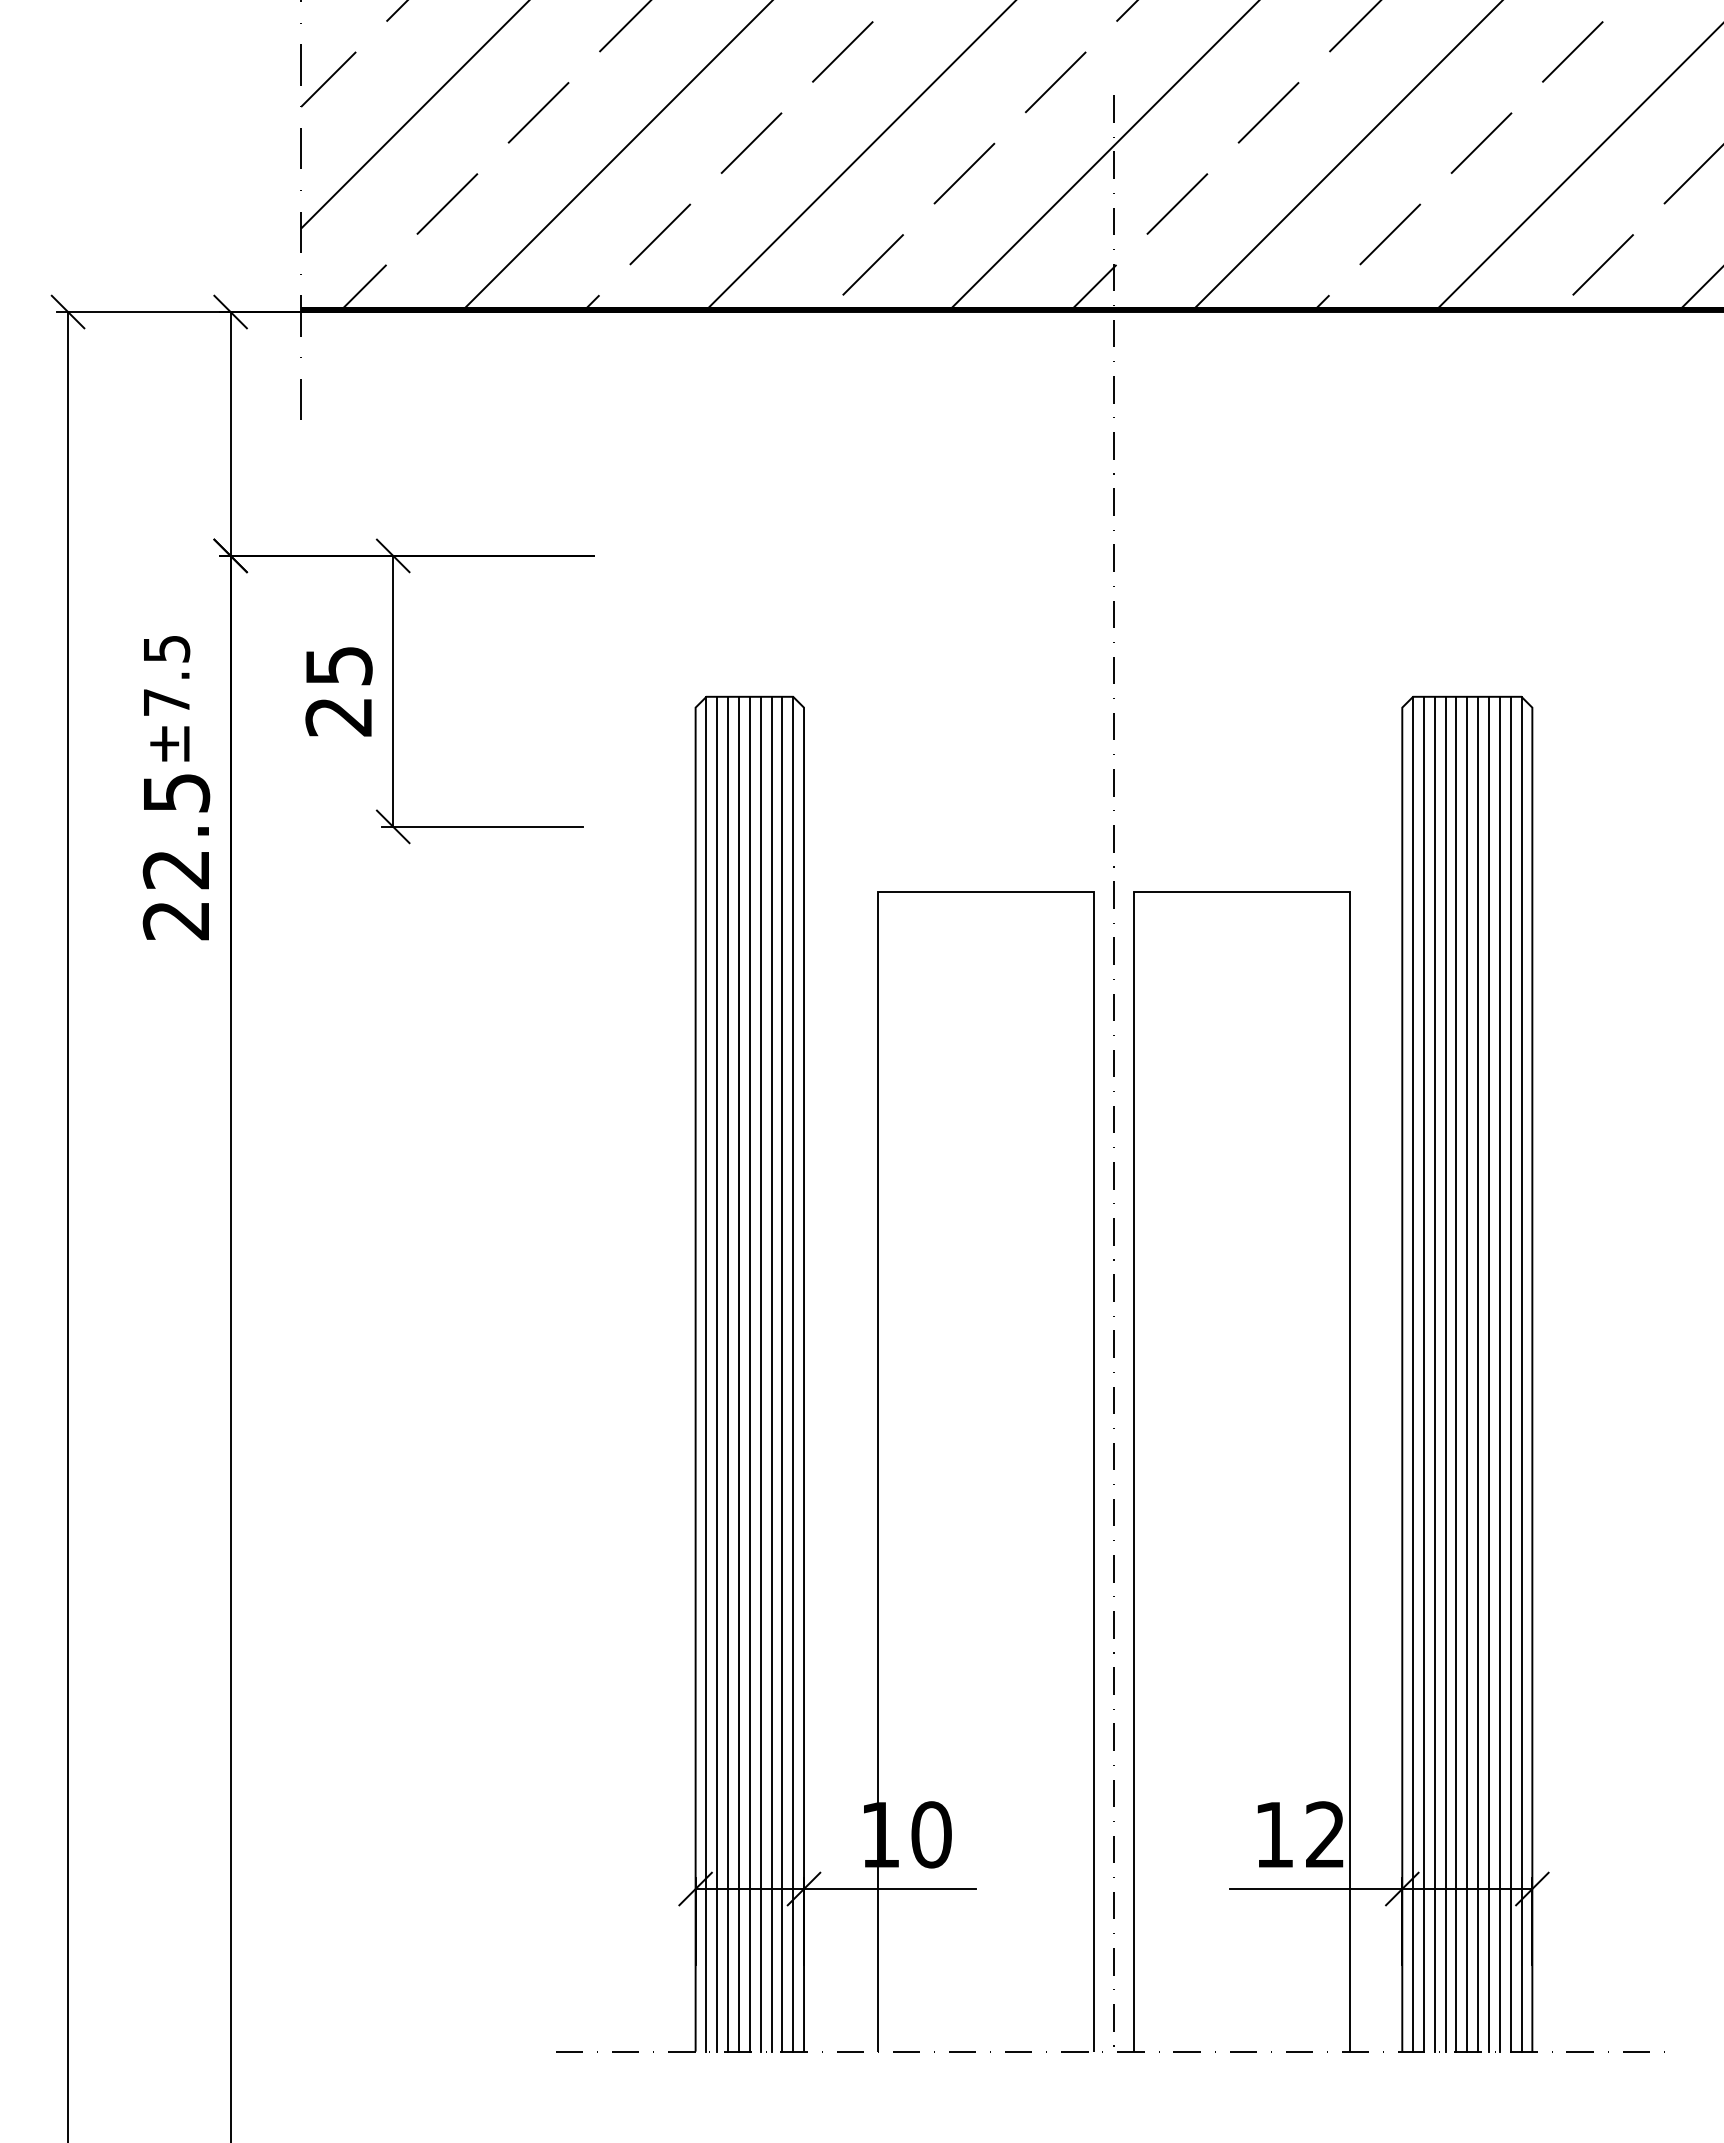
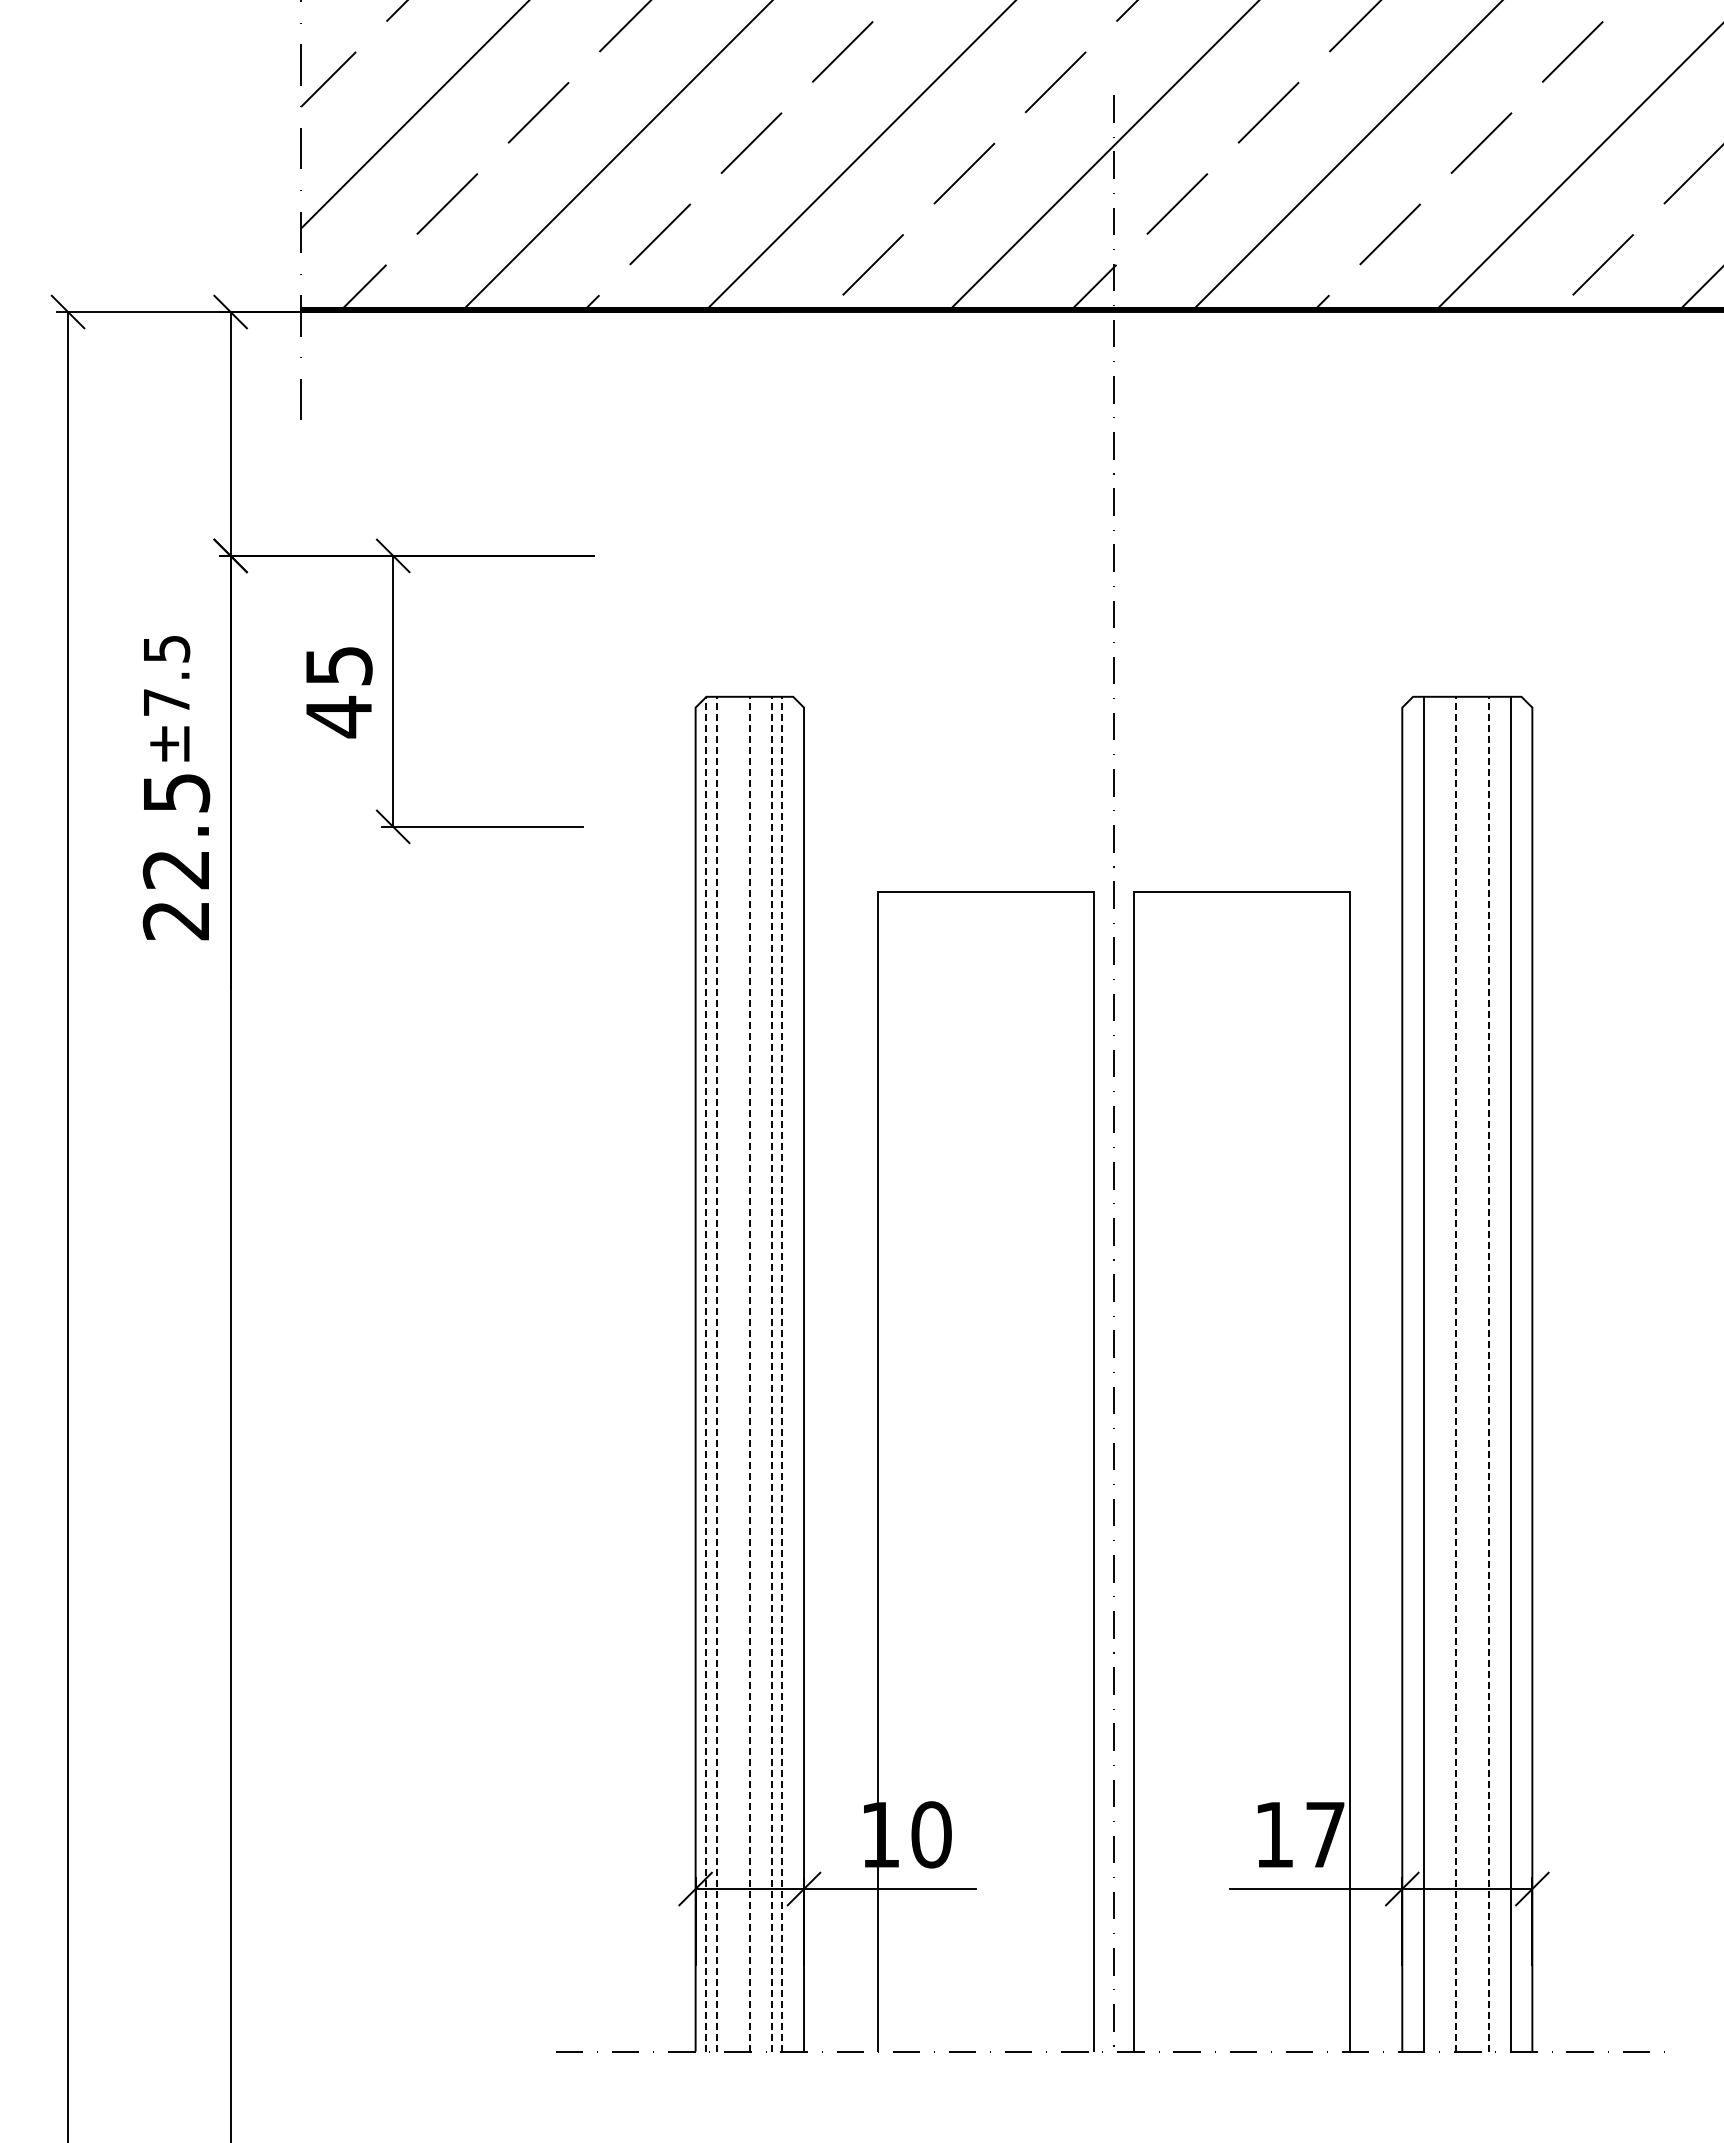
text at (338, 716): 25 -> 45
line at (706, 1373): solid -> dashed
line at (717, 1373): solid -> dashed
line at (728, 1373): present -> none
line at (738, 1373): present -> none
line at (749, 1373): solid -> dashed
line at (760, 1373): present -> none
line at (771, 1373): solid -> dashed
line at (782, 1373): solid -> dashed
line at (793, 1373): present -> none
line at (1413, 1373): present -> none
line at (1434, 1373): present -> none
line at (1445, 1373): present -> none
line at (1456, 1373): solid -> dashed
line at (1467, 1373): present -> none
line at (1478, 1373): present -> none
line at (1488, 1373): solid -> dashed
line at (1499, 1373): present -> none
line at (1521, 1373): present -> none
text at (1325, 1834): 12 -> 17
